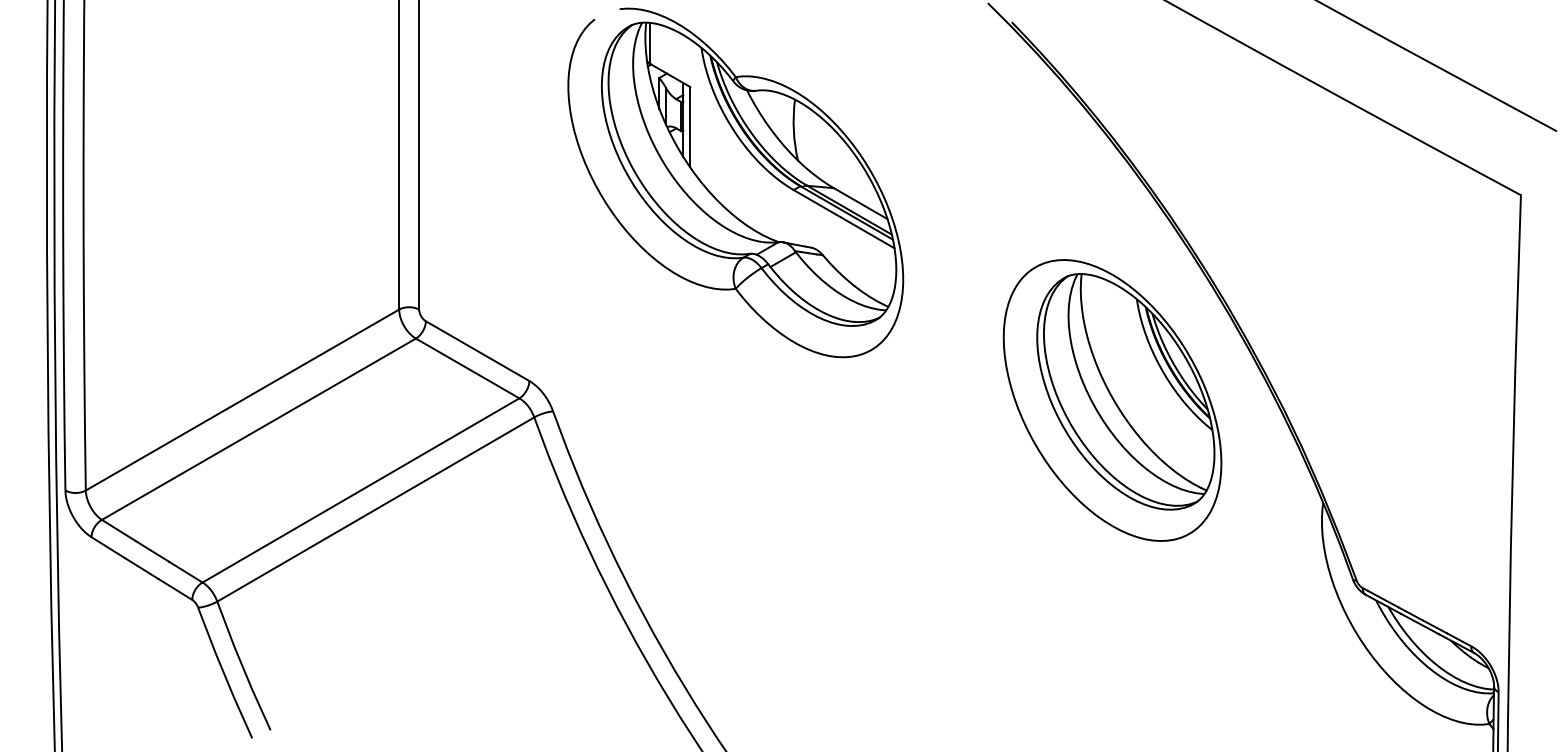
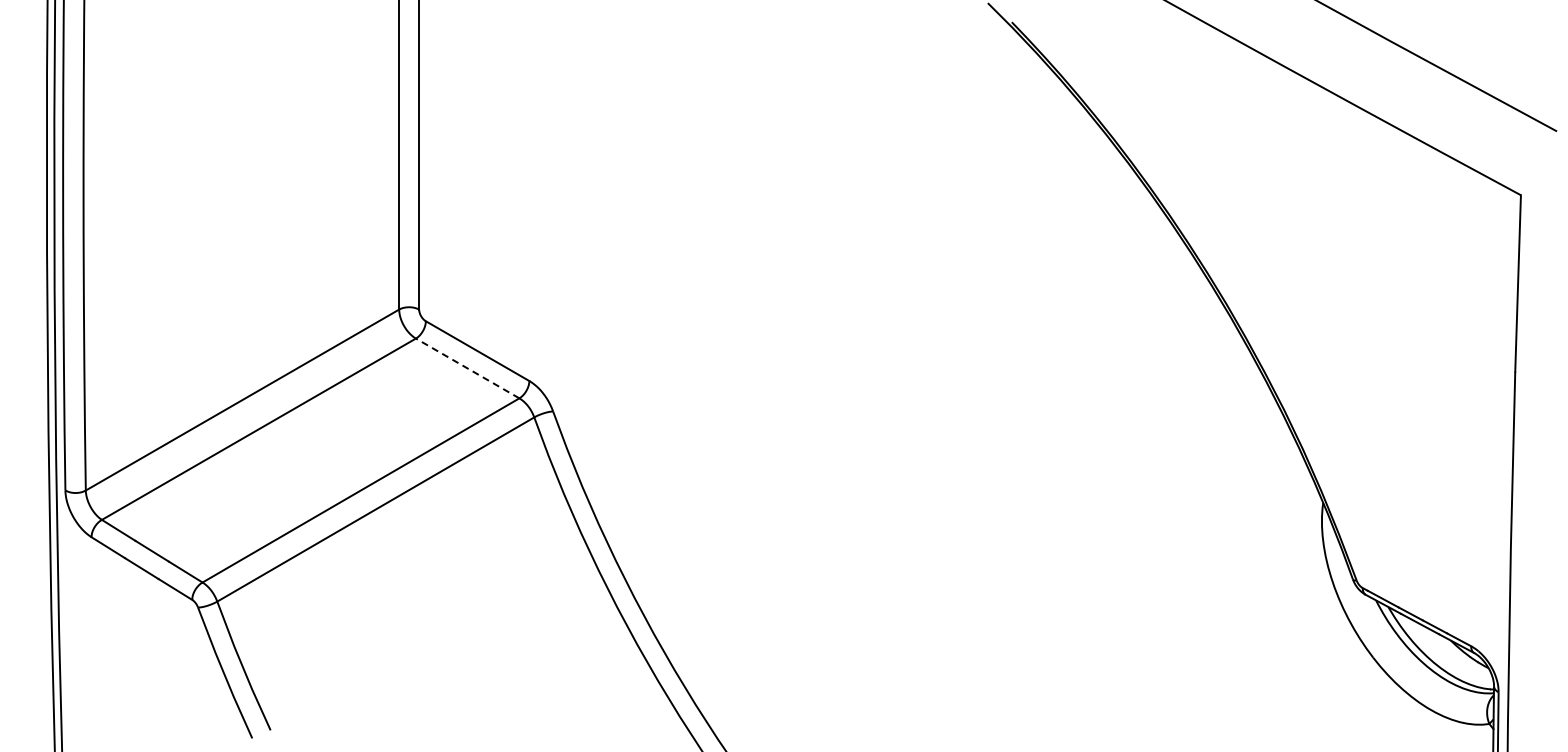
part at (735, 182): present -> none
line at (467, 368): solid -> dashed
part at (1112, 400): present -> none
